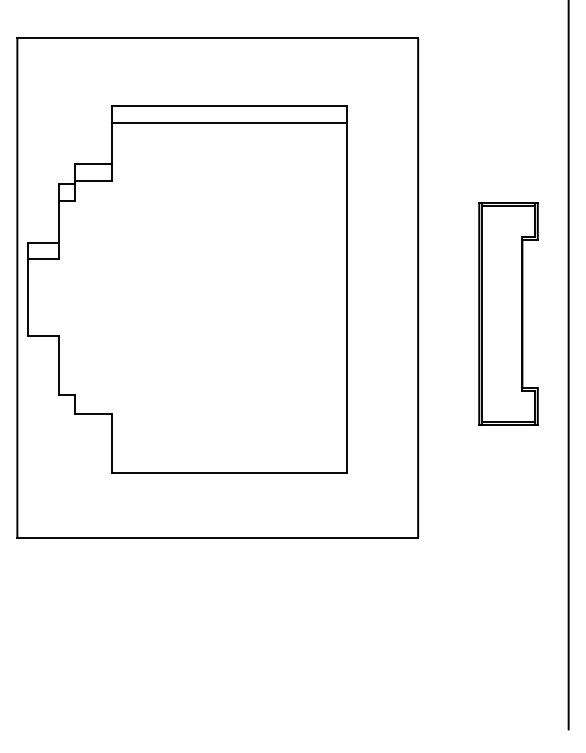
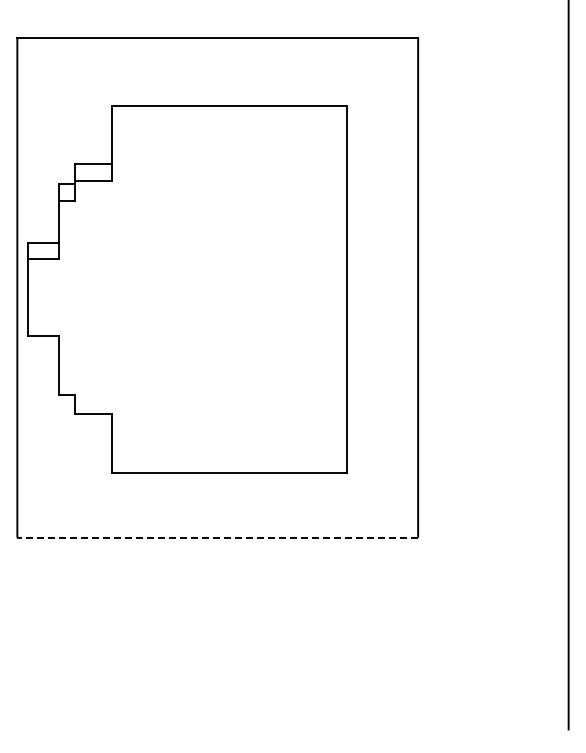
line at (228, 122): present -> none
part at (508, 313): present -> none
line at (217, 537): solid -> dashed
